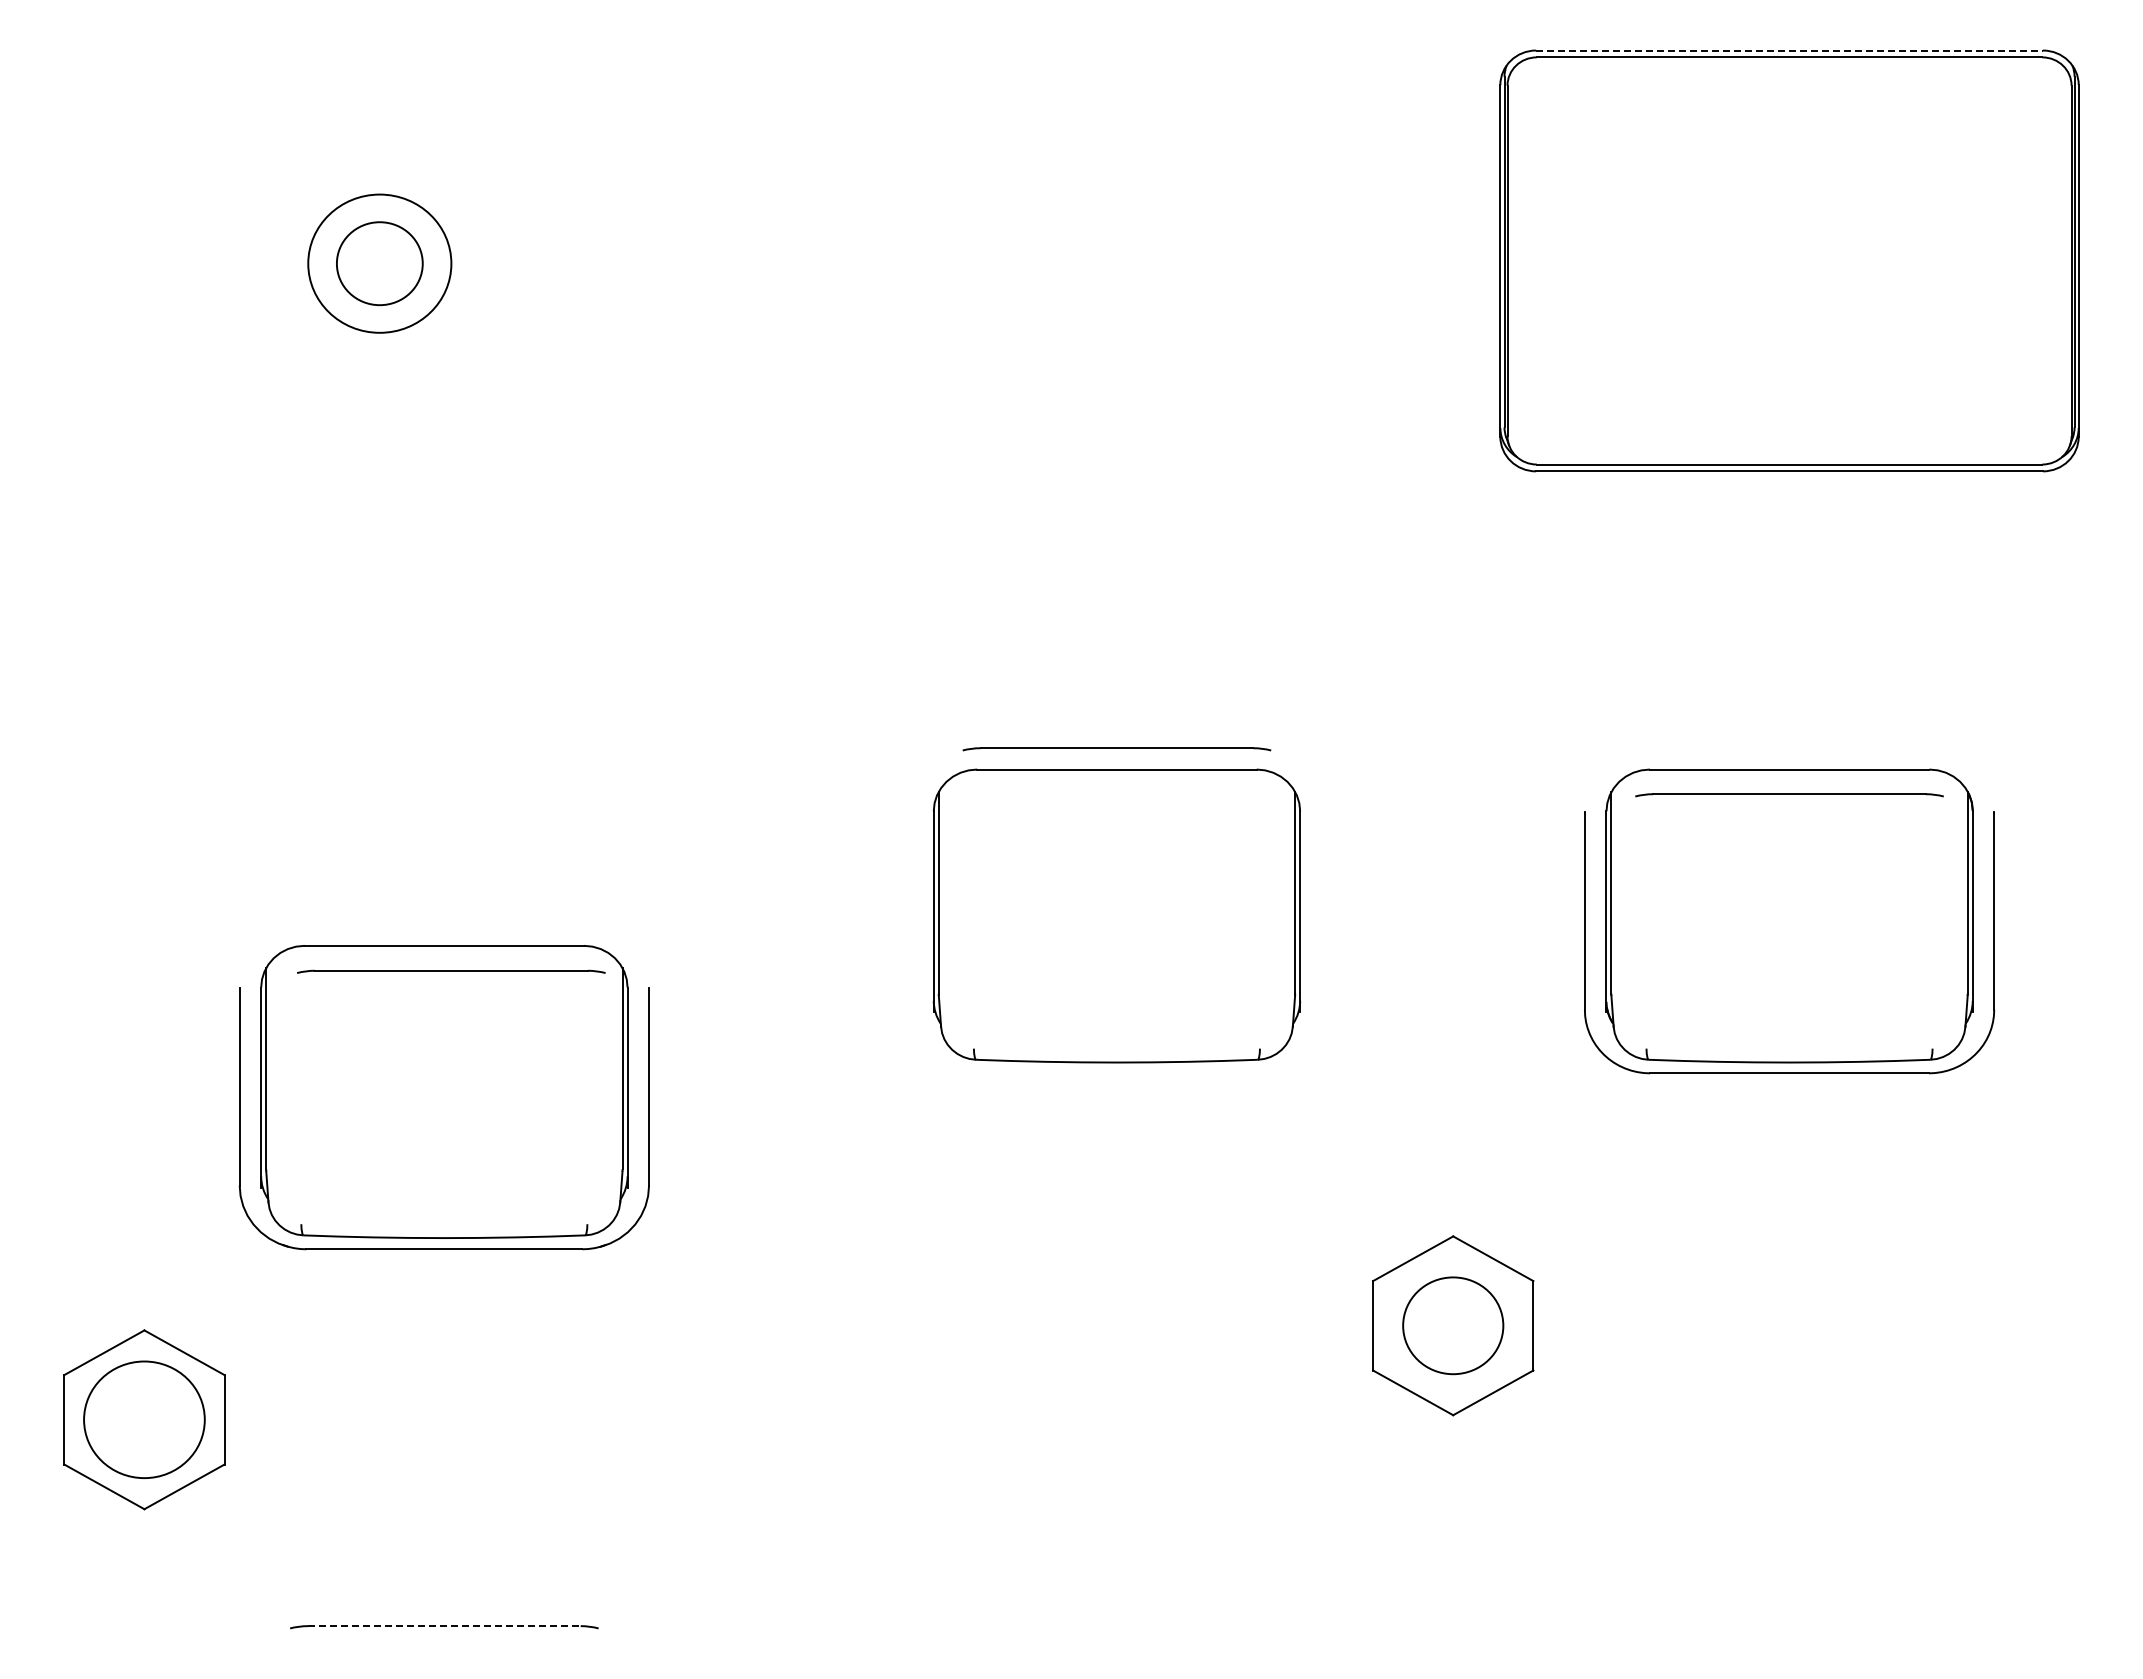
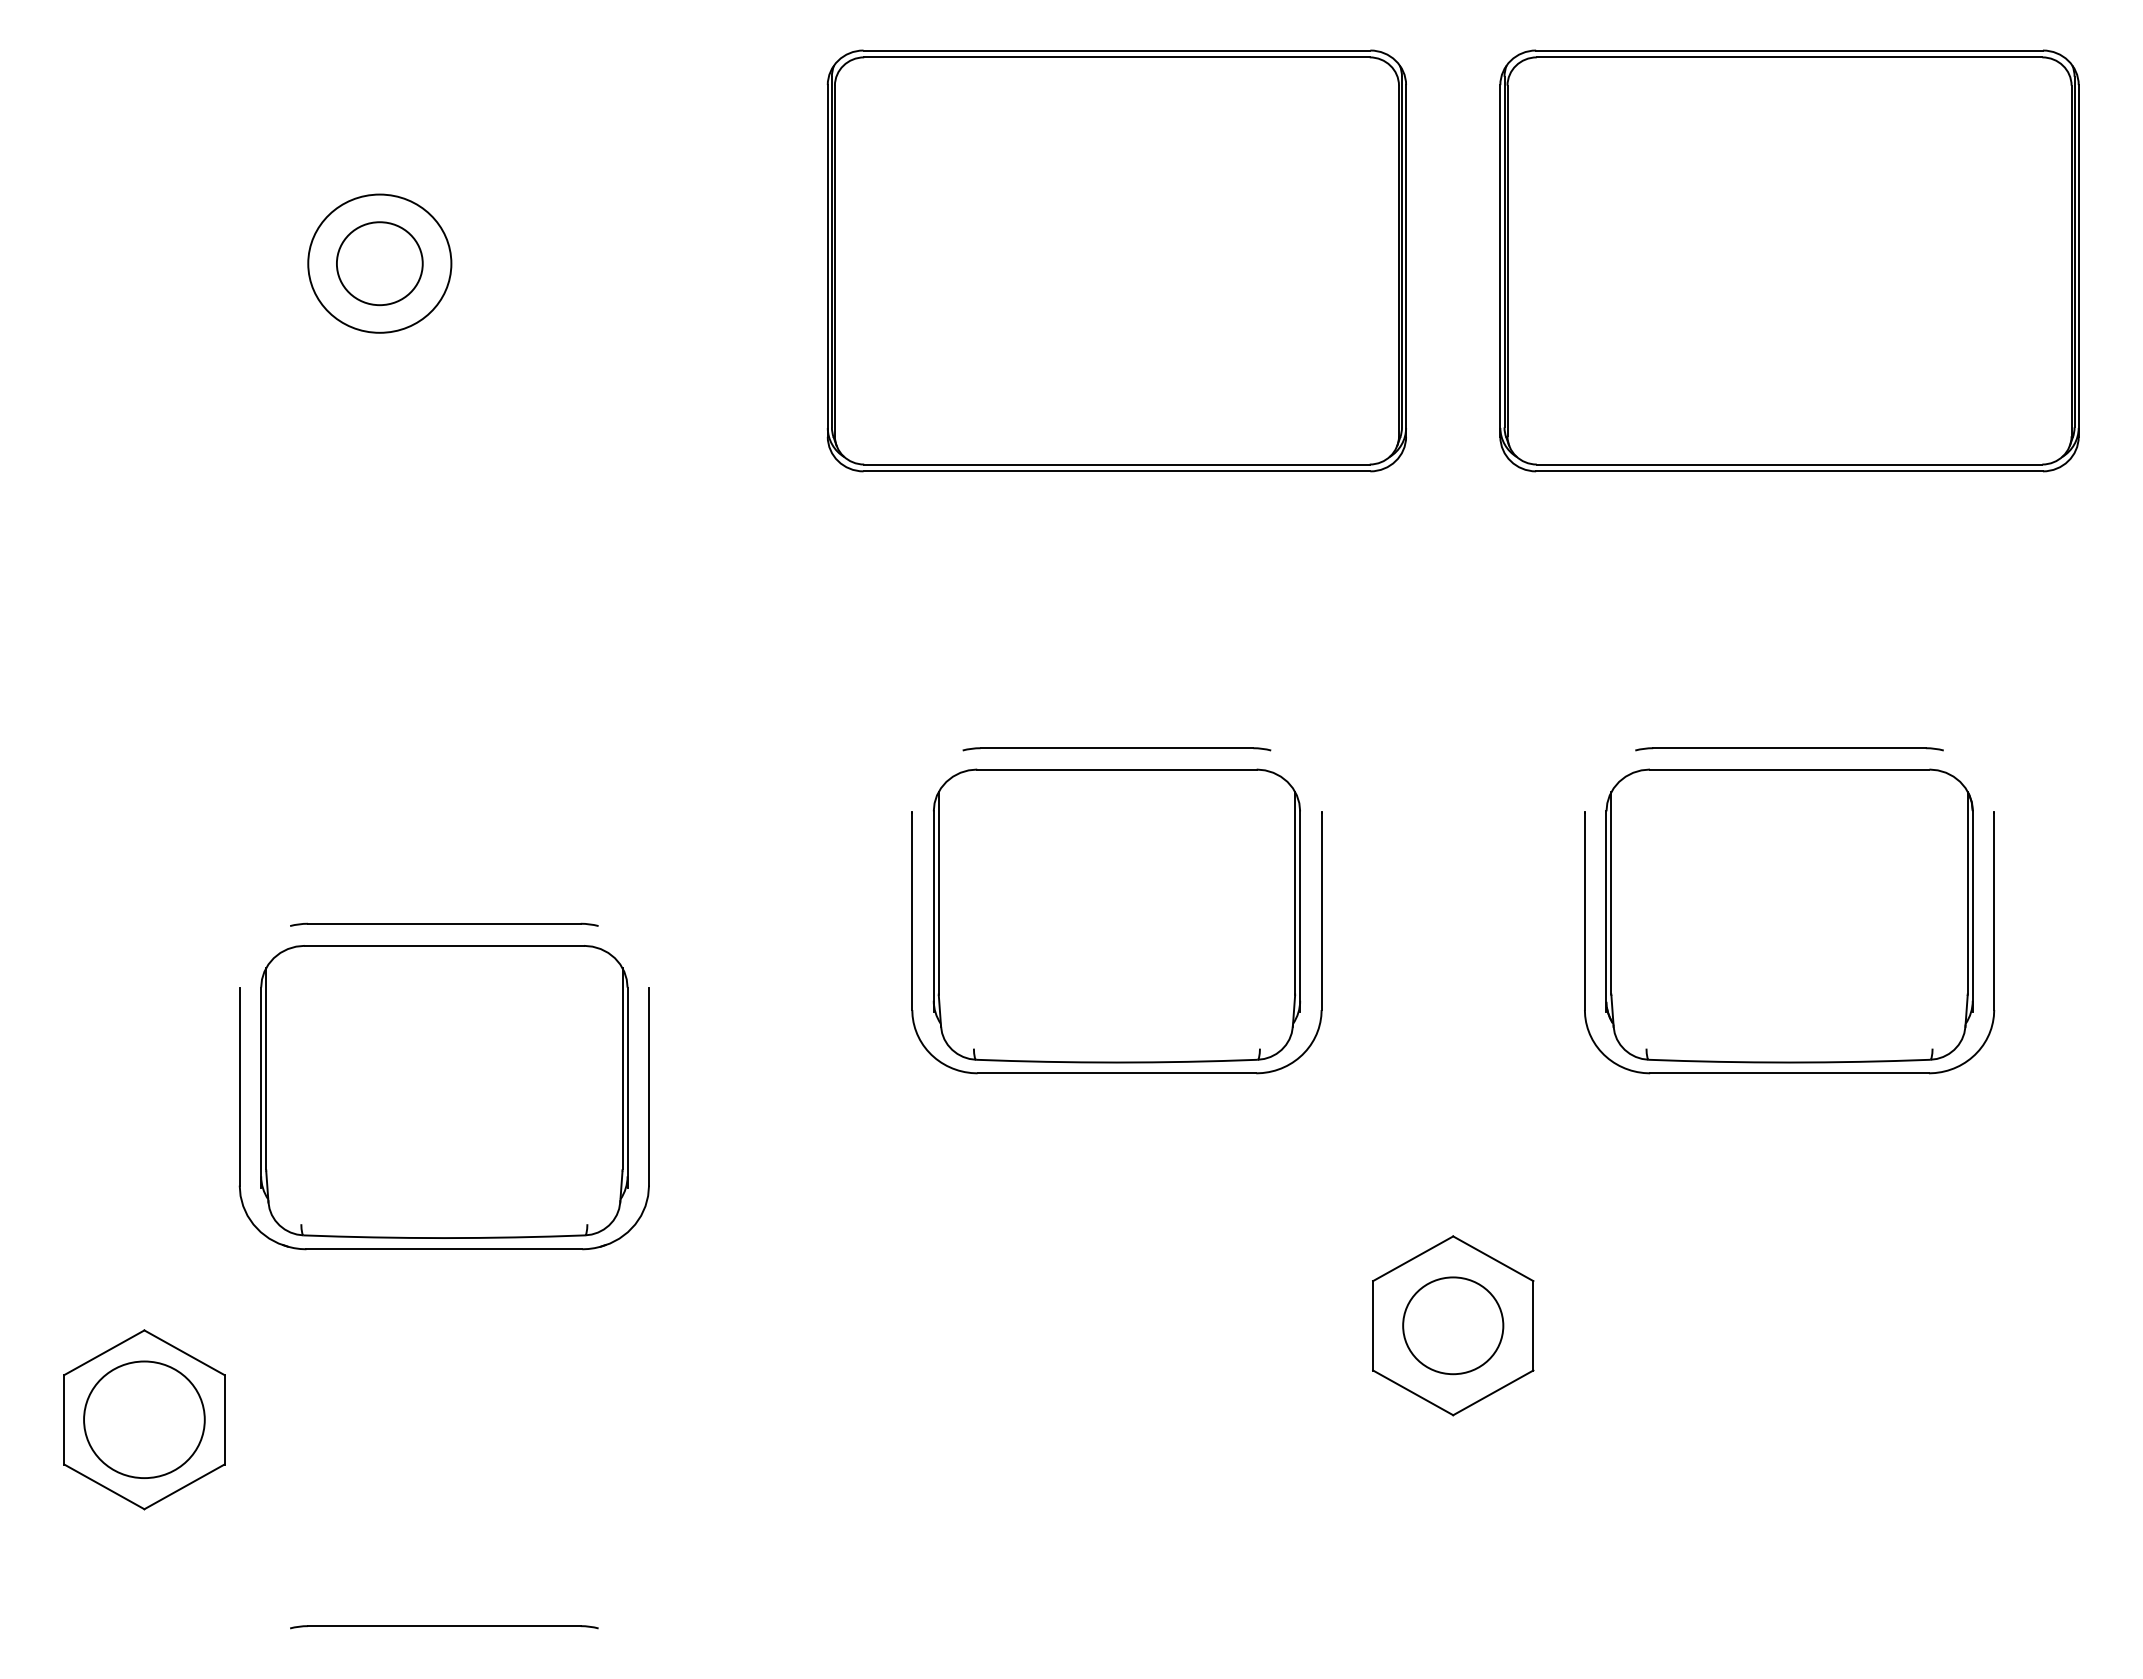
line at (1790, 50): dashed -> solid
part at (1116, 260): none -> present
part at (1789, 795) position: (1789, 795) -> (1789, 749)
part at (451, 971) position: (451, 971) -> (444, 924)
part at (1116, 1072): none -> present
line at (444, 1626): dashed -> solid
